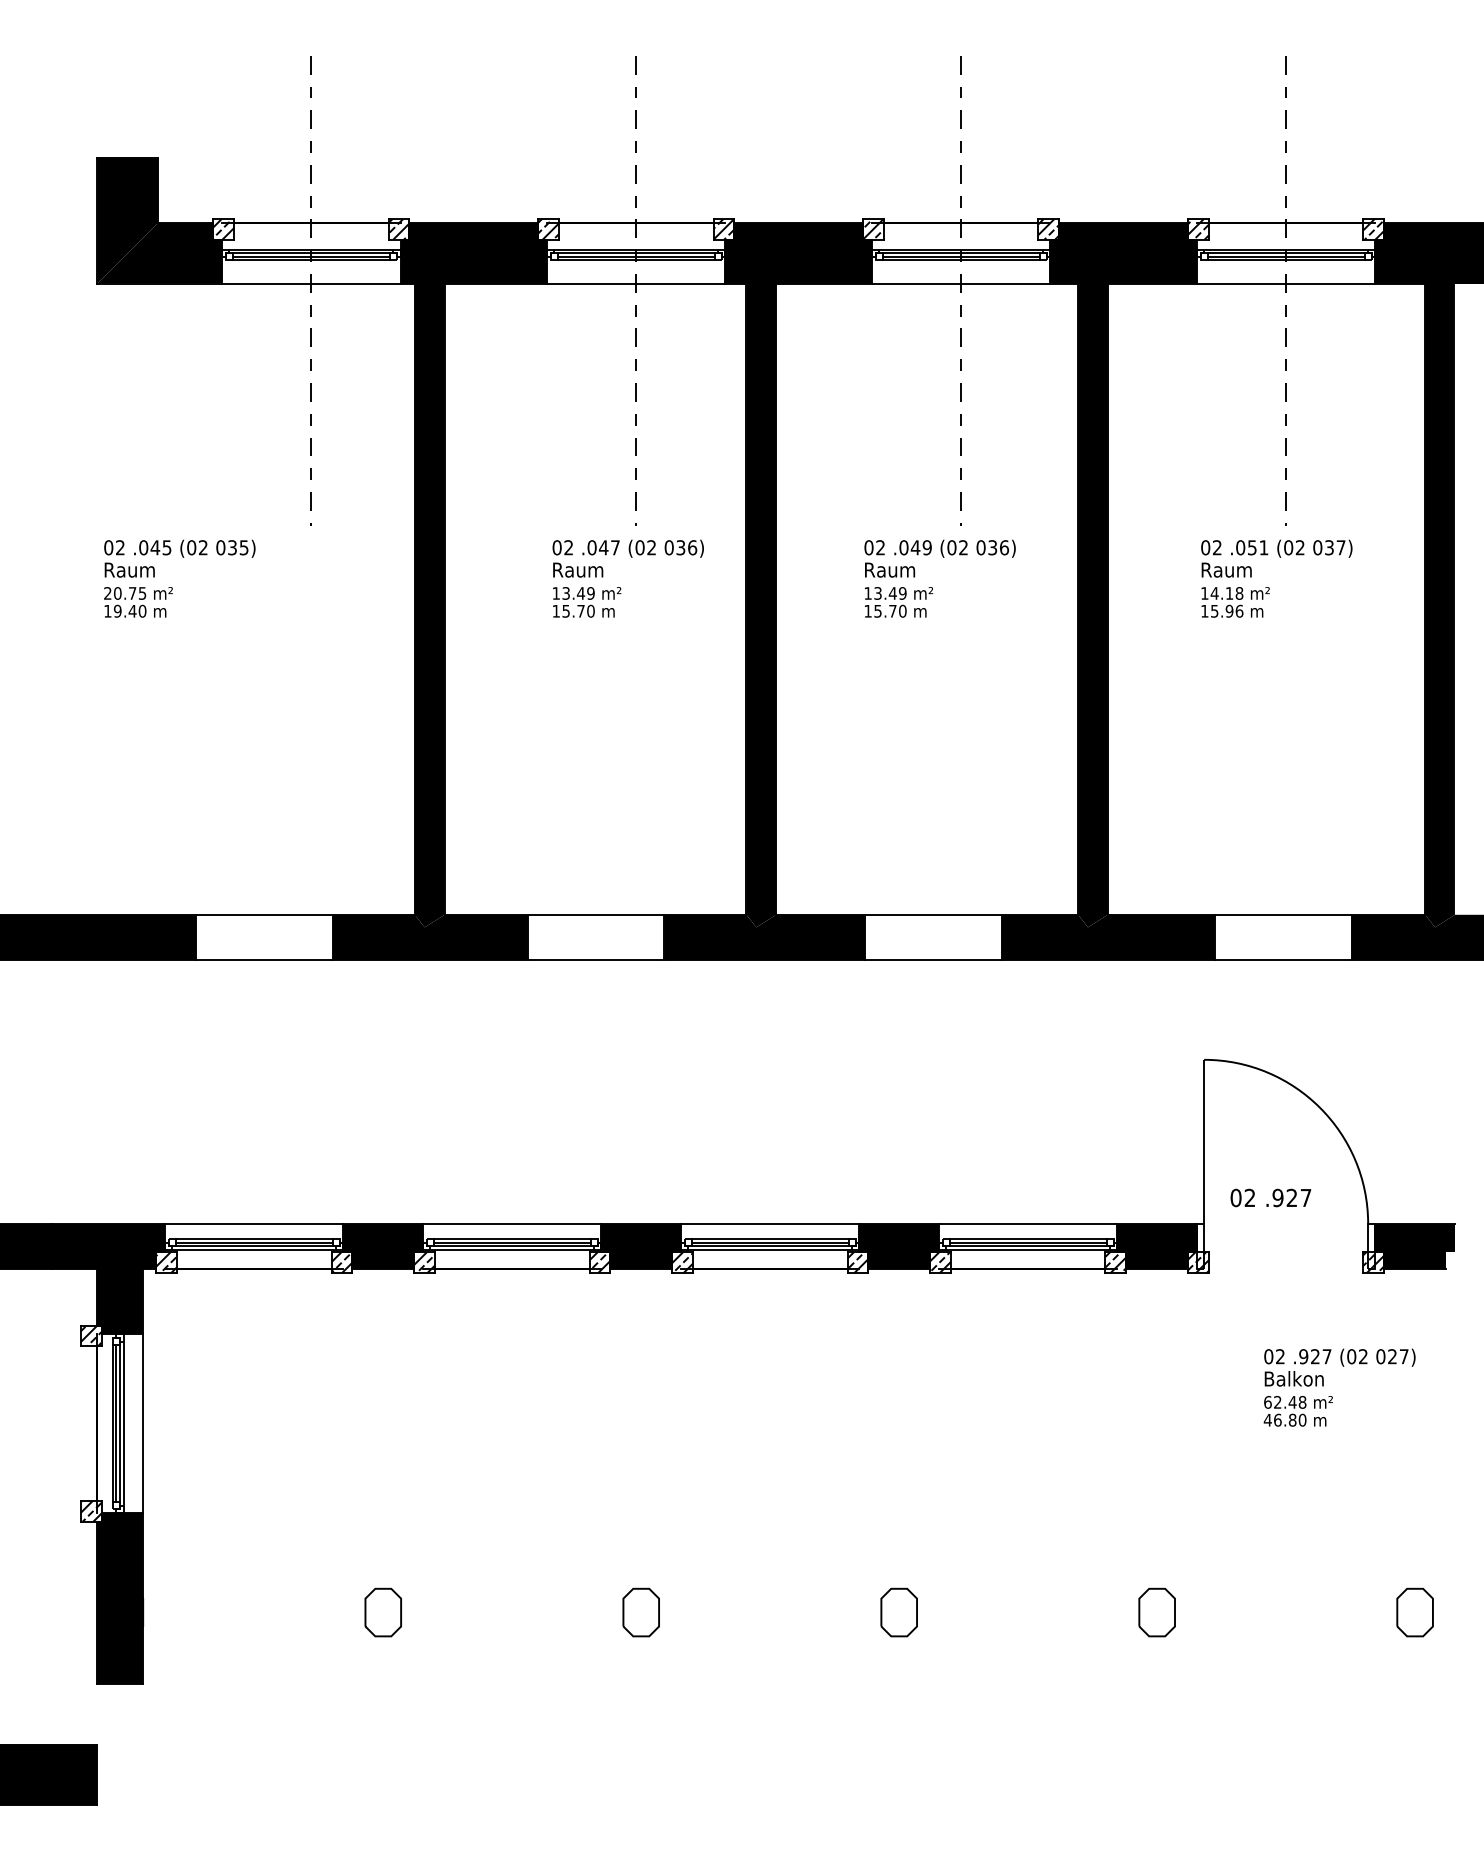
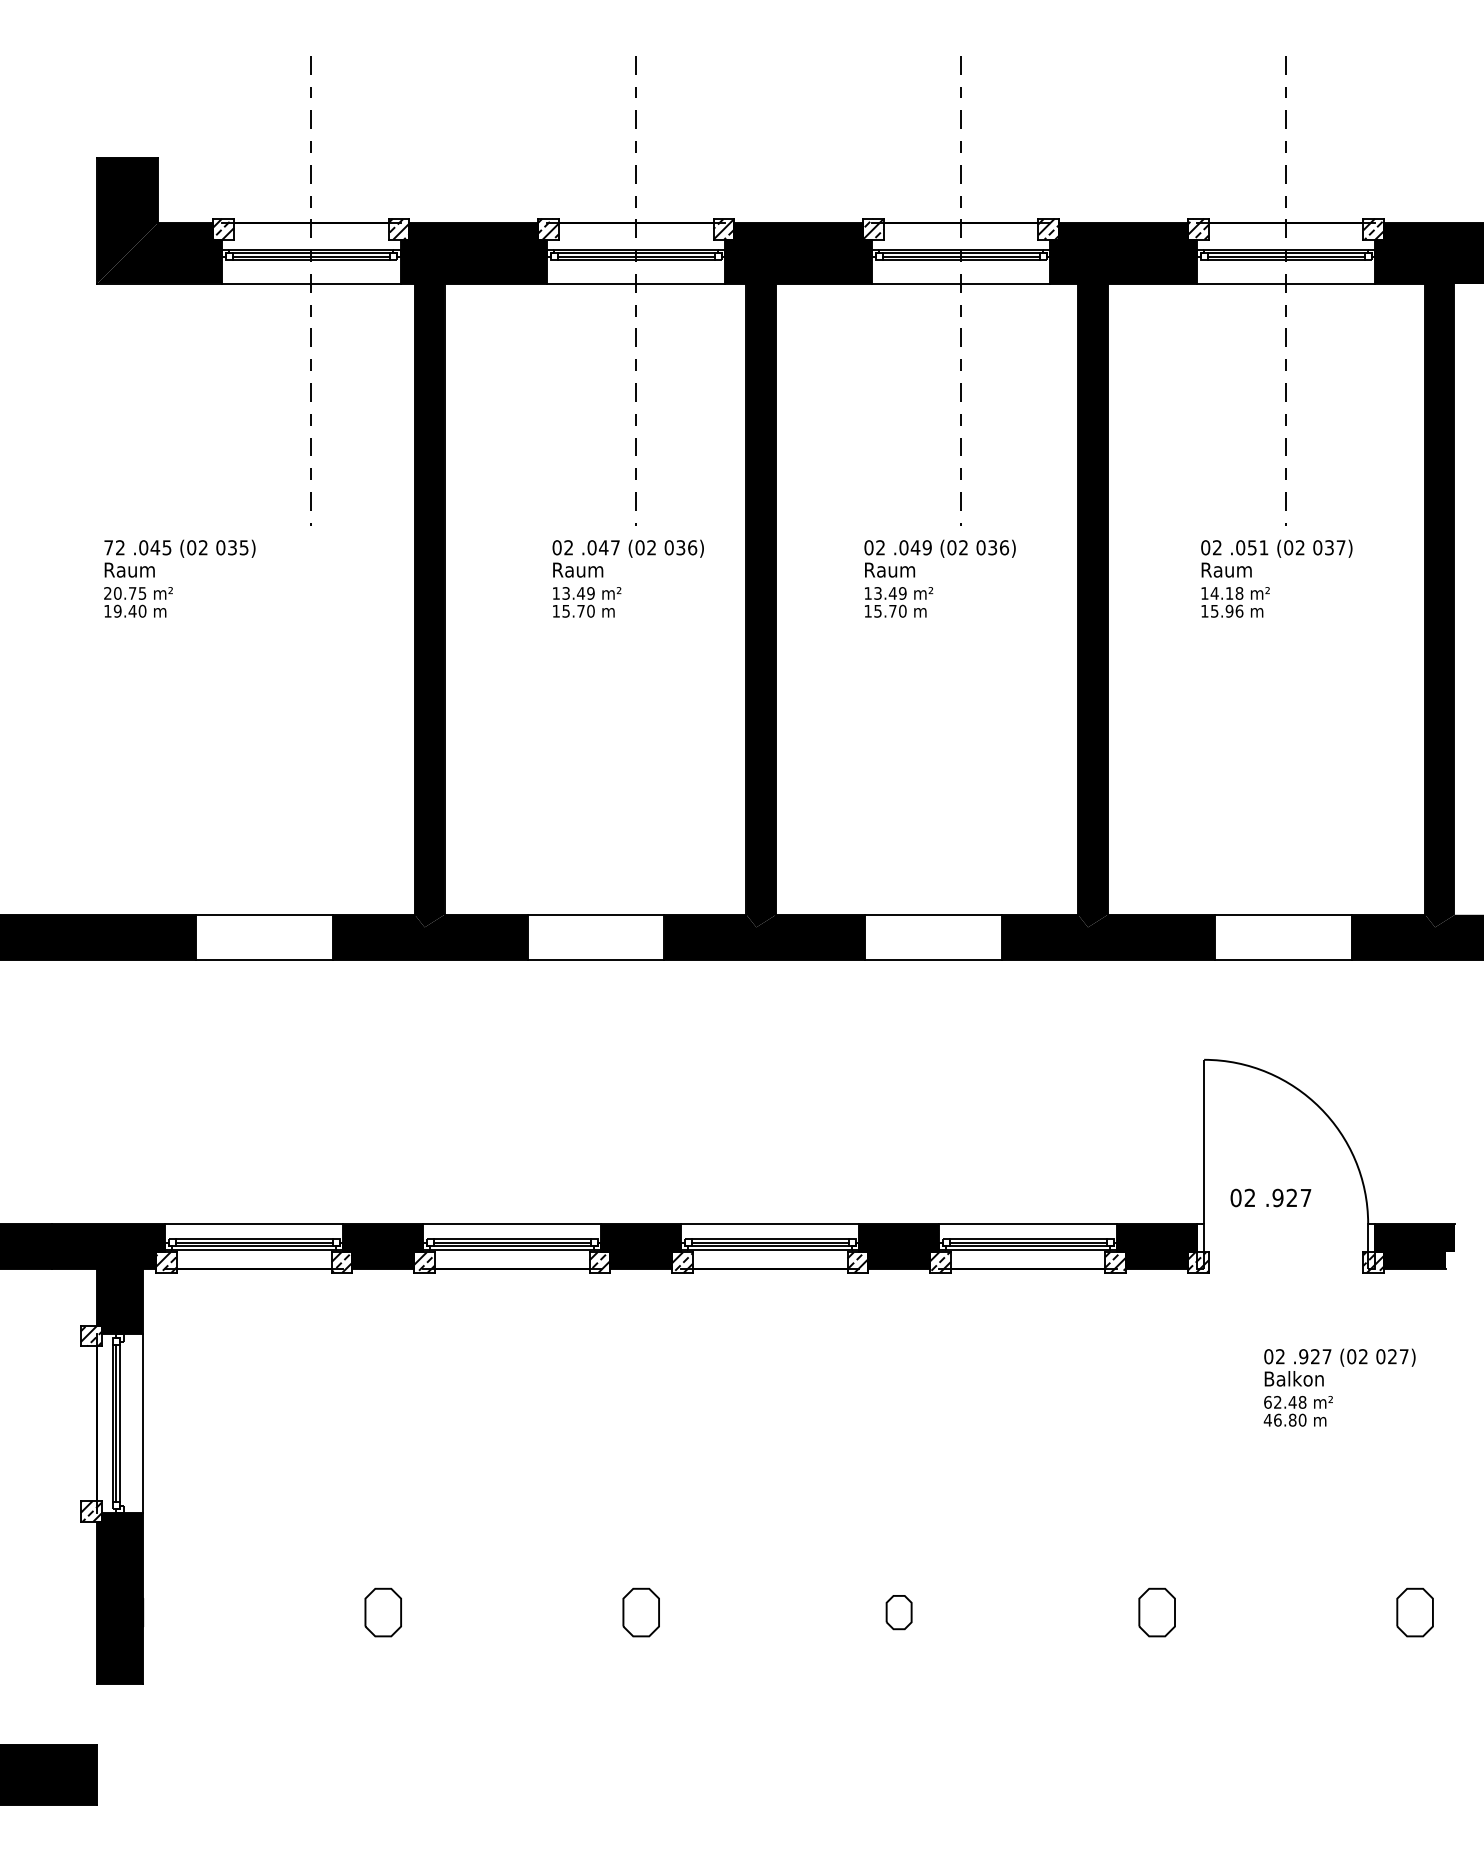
text at (108, 547): 02 -> 72
line at (123, 1423): present -> none
part at (898, 1612) size: 38x51 px -> 28x36 px
